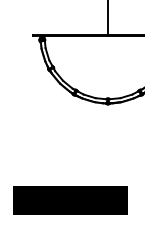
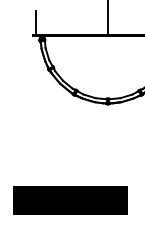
line at (35, 23): none -> present
